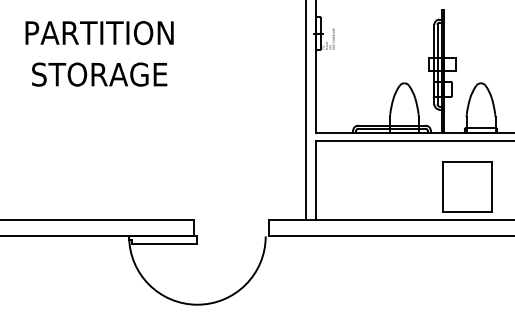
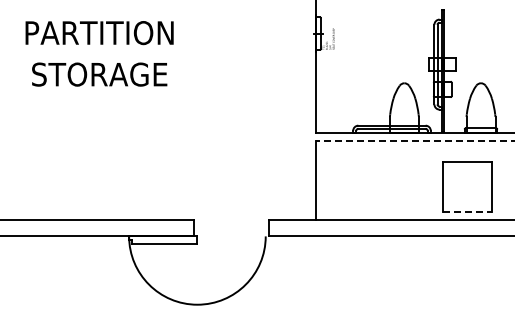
line at (306, 110): present -> none
line at (415, 141): solid -> dashed
line at (467, 211): solid -> dashed
